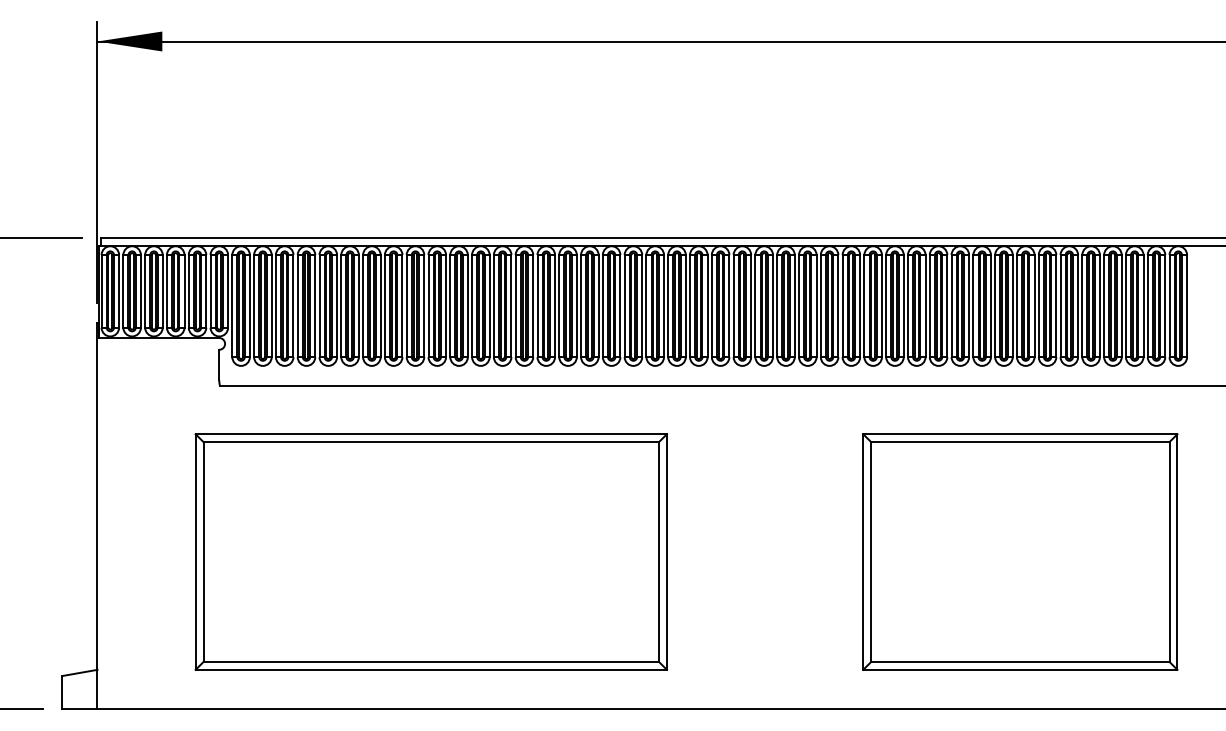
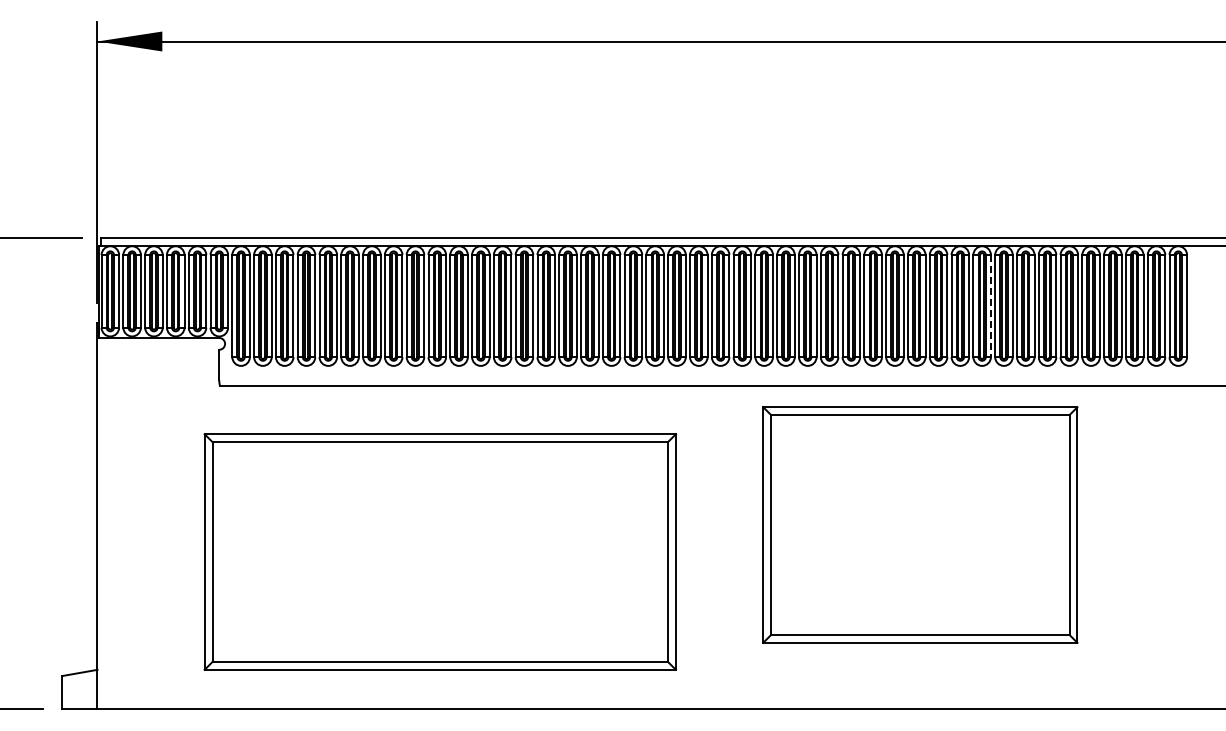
line at (990, 306): solid -> dashed
part at (430, 551) position: (430, 551) -> (439, 551)
part at (1020, 551) position: (1020, 551) -> (920, 524)
